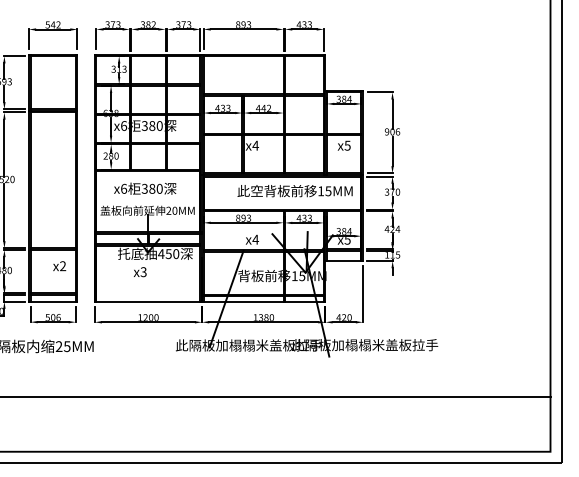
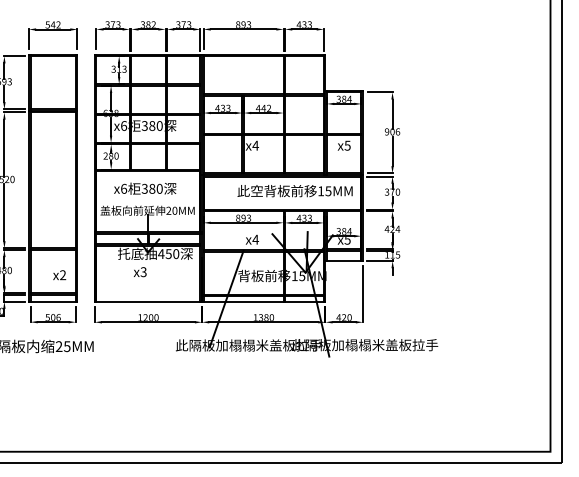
text at (59, 266) position: (59, 266) -> (59, 275)
line at (276, 397): present -> none
